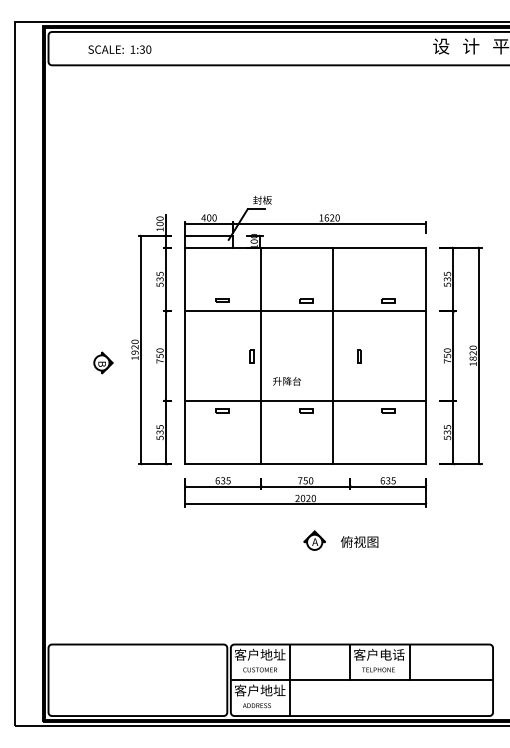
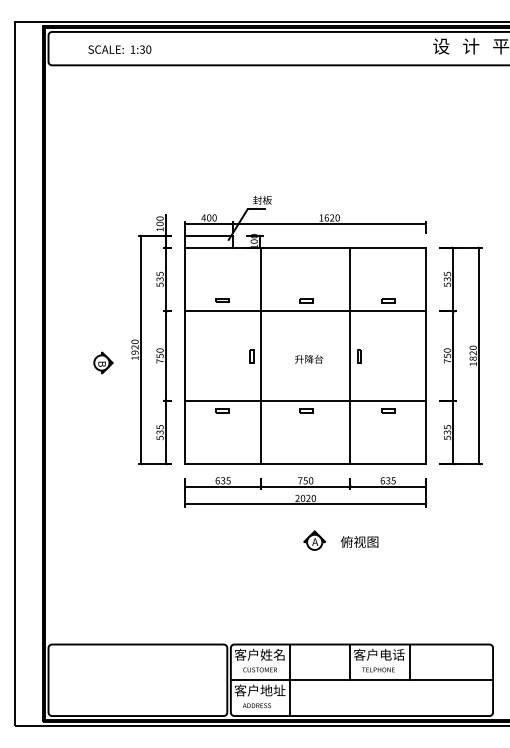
line at (333, 355) position: (333, 355) -> (350, 355)
text at (287, 381) position: (287, 381) -> (309, 359)
text at (272, 654): 客户地址 -> 客户姓名
